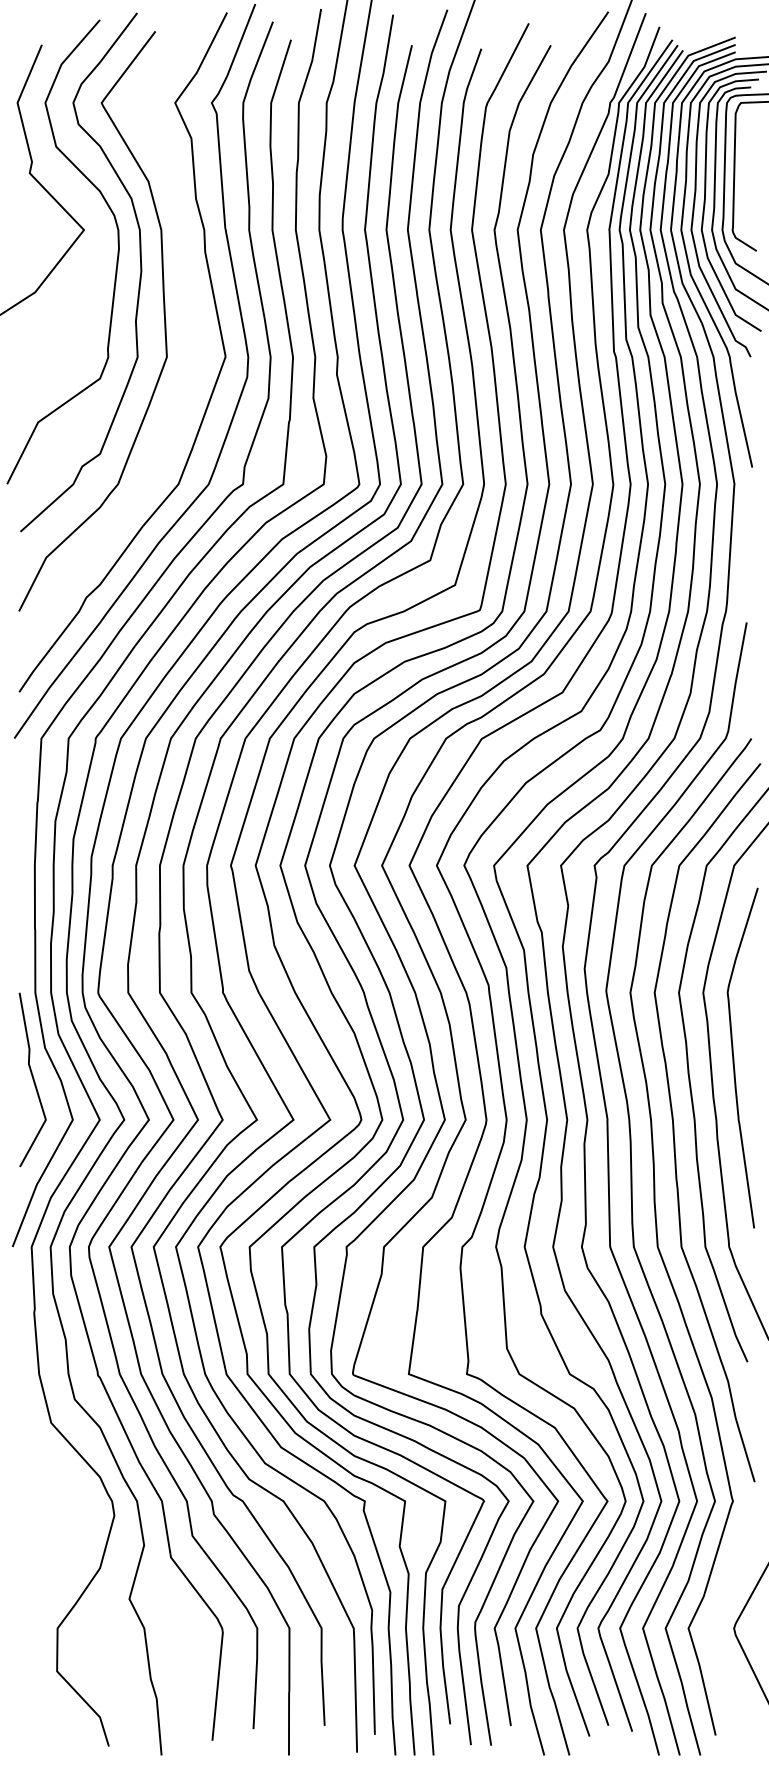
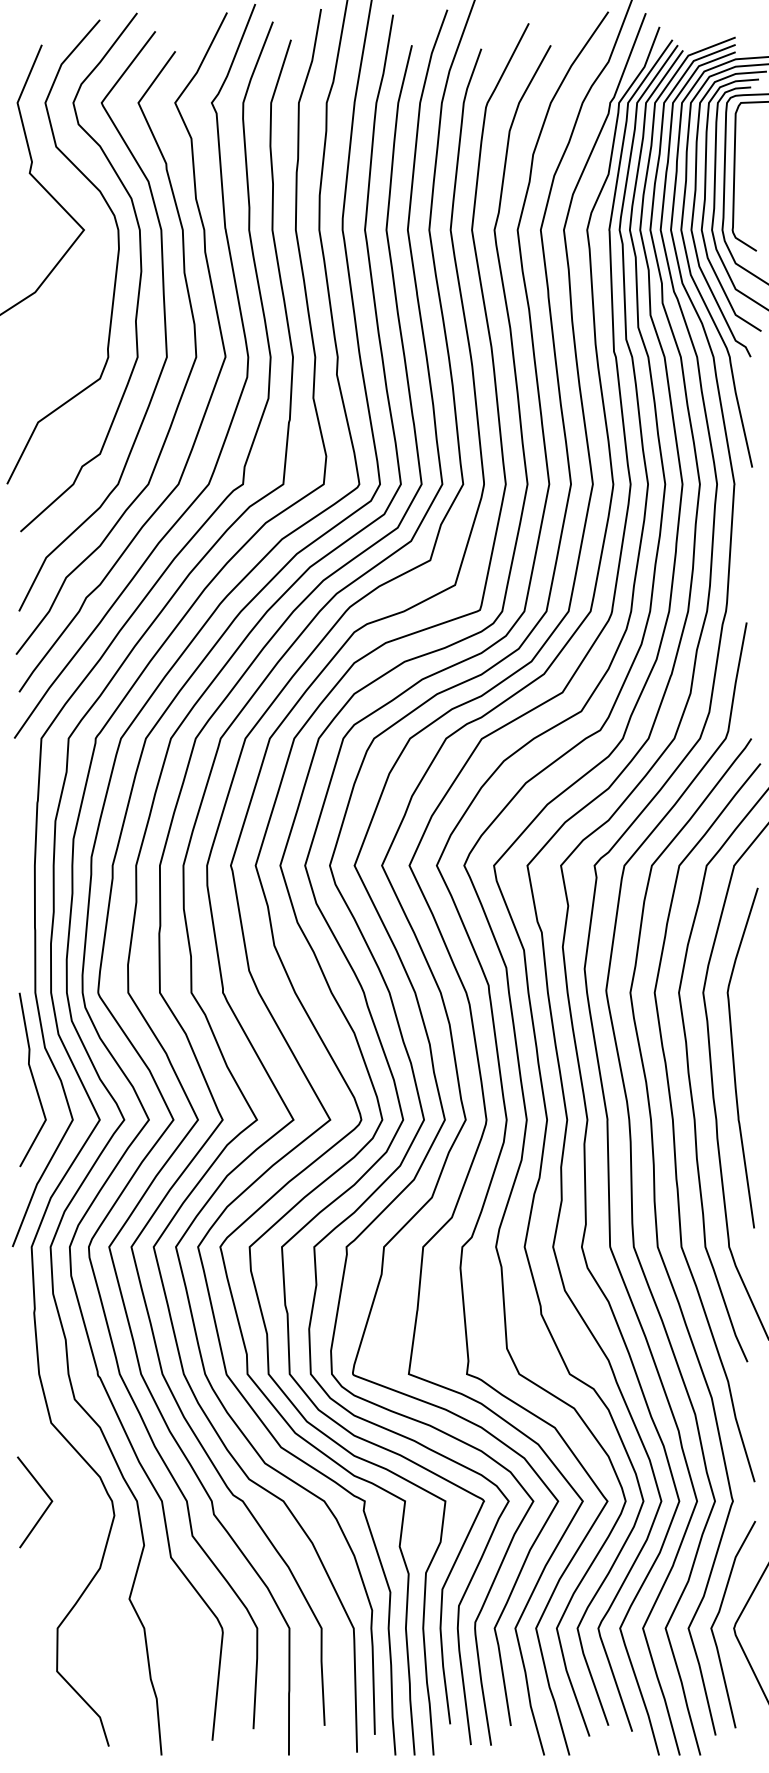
curve at (185, 382): none -> present
line at (44, 1510): none -> present
curve at (717, 1617): none -> present
